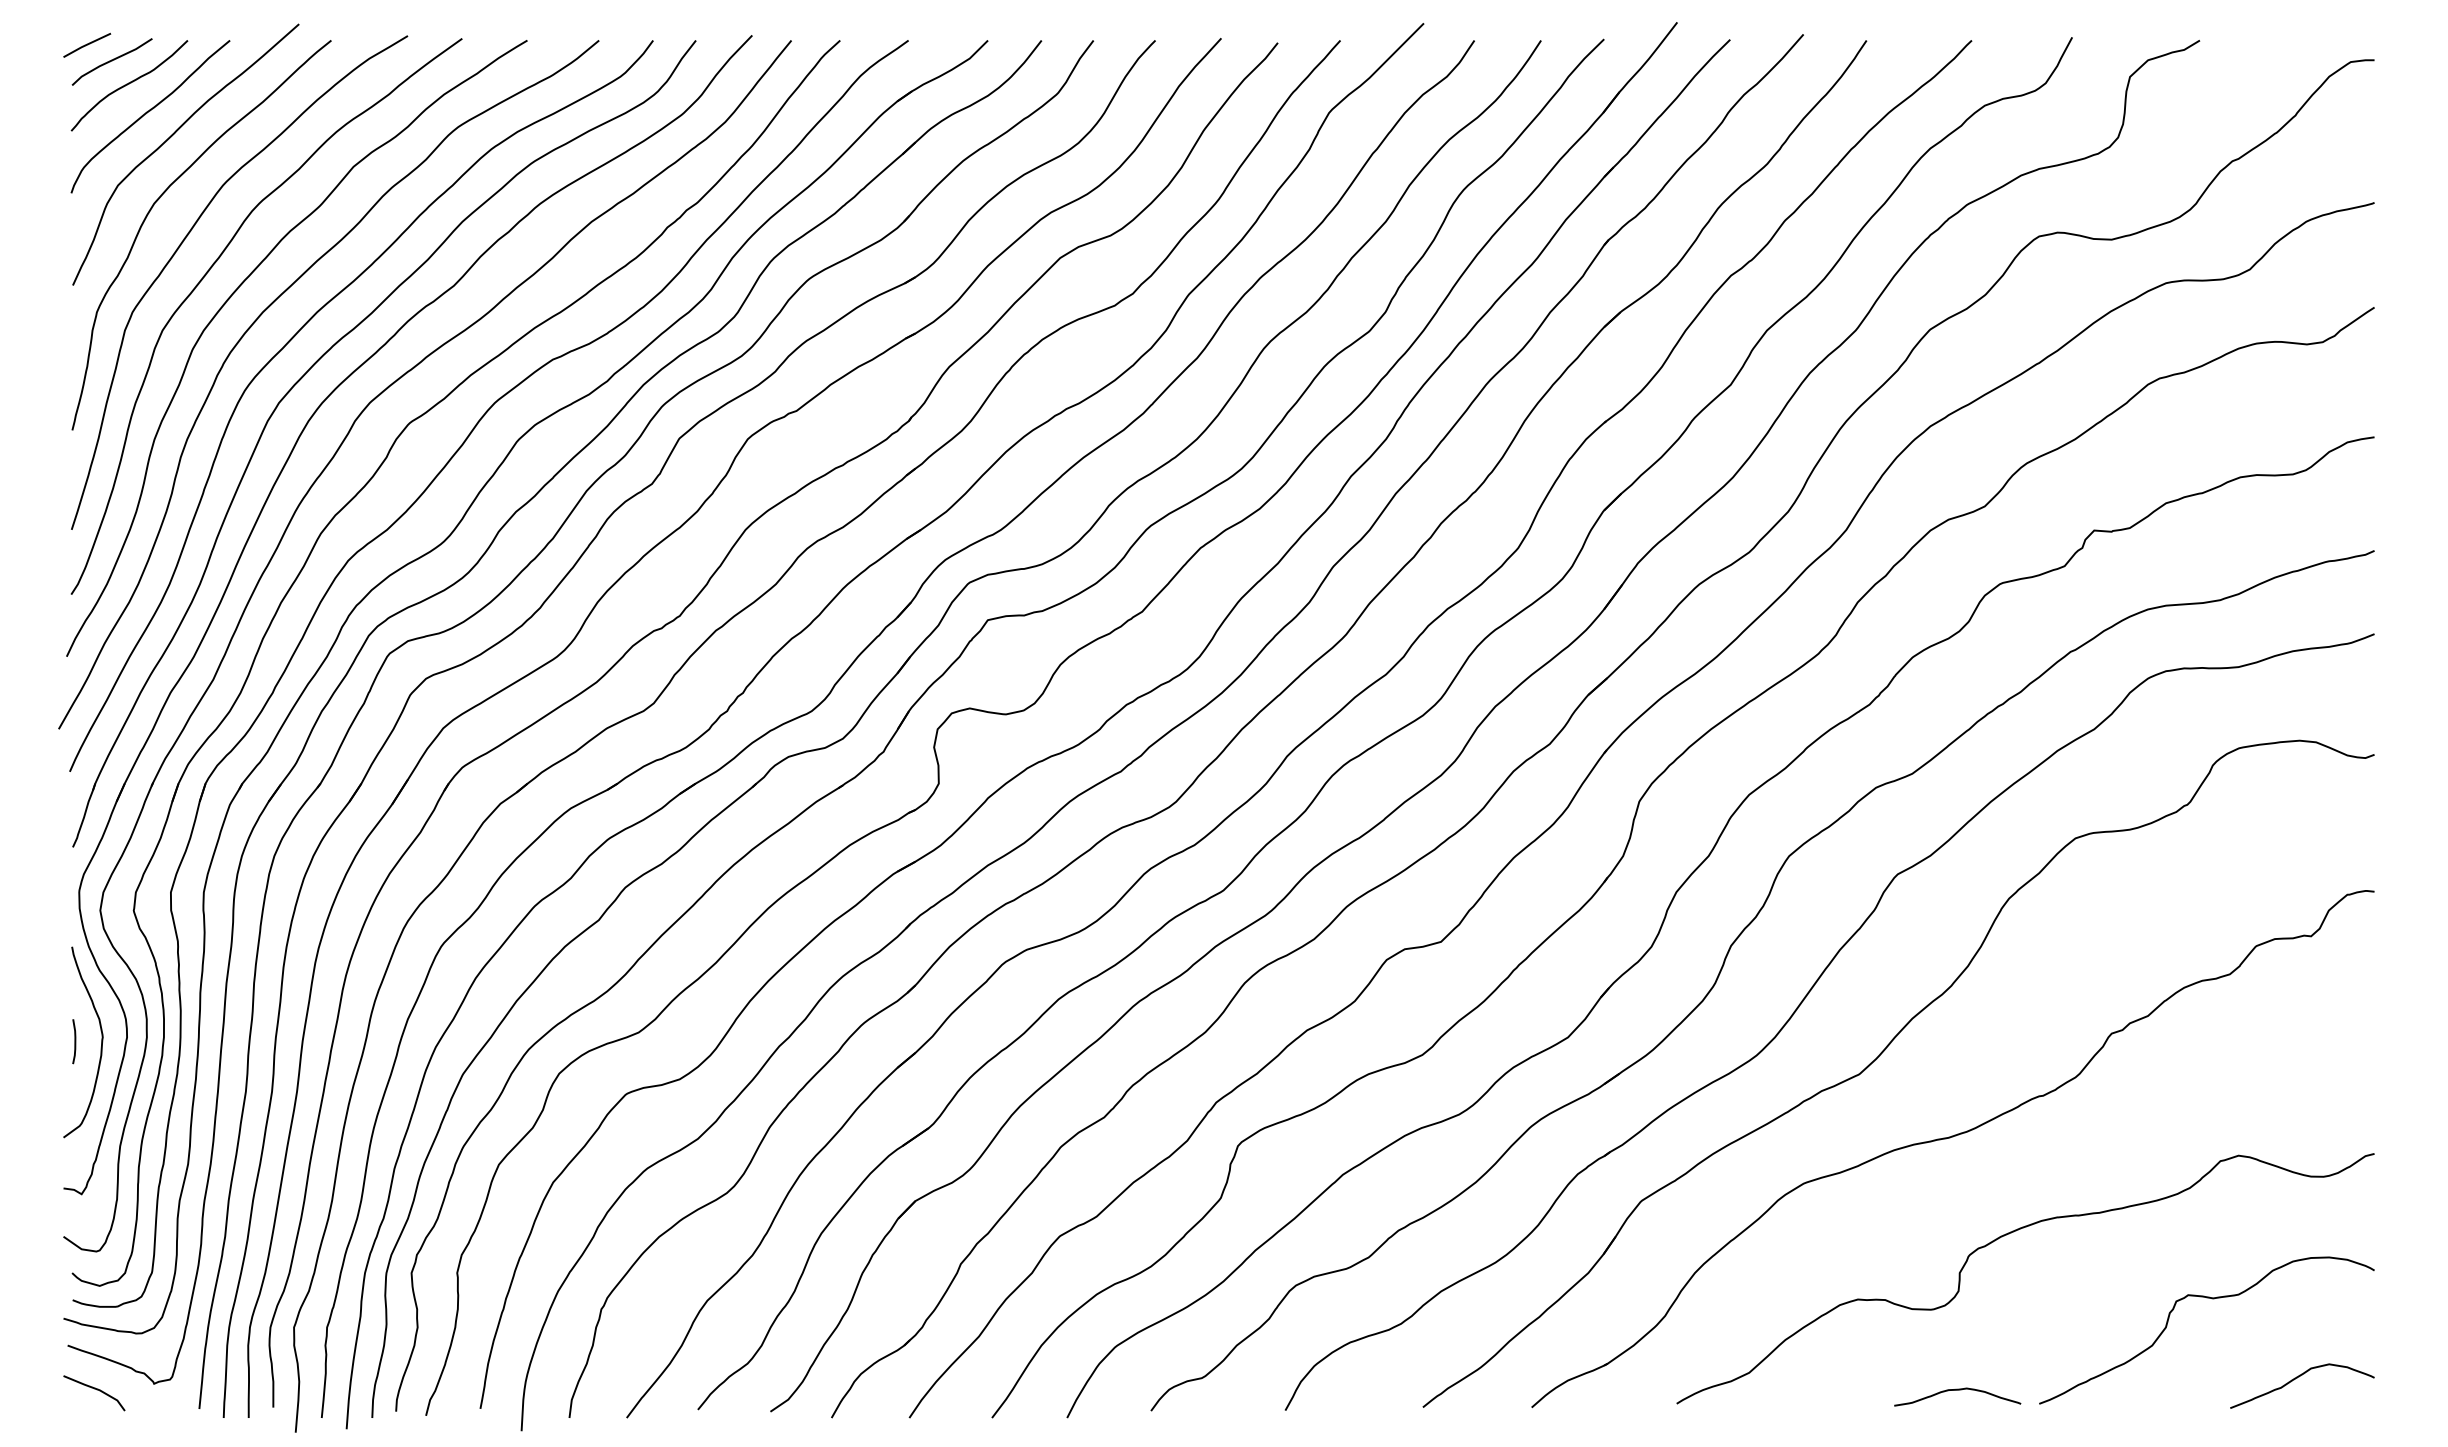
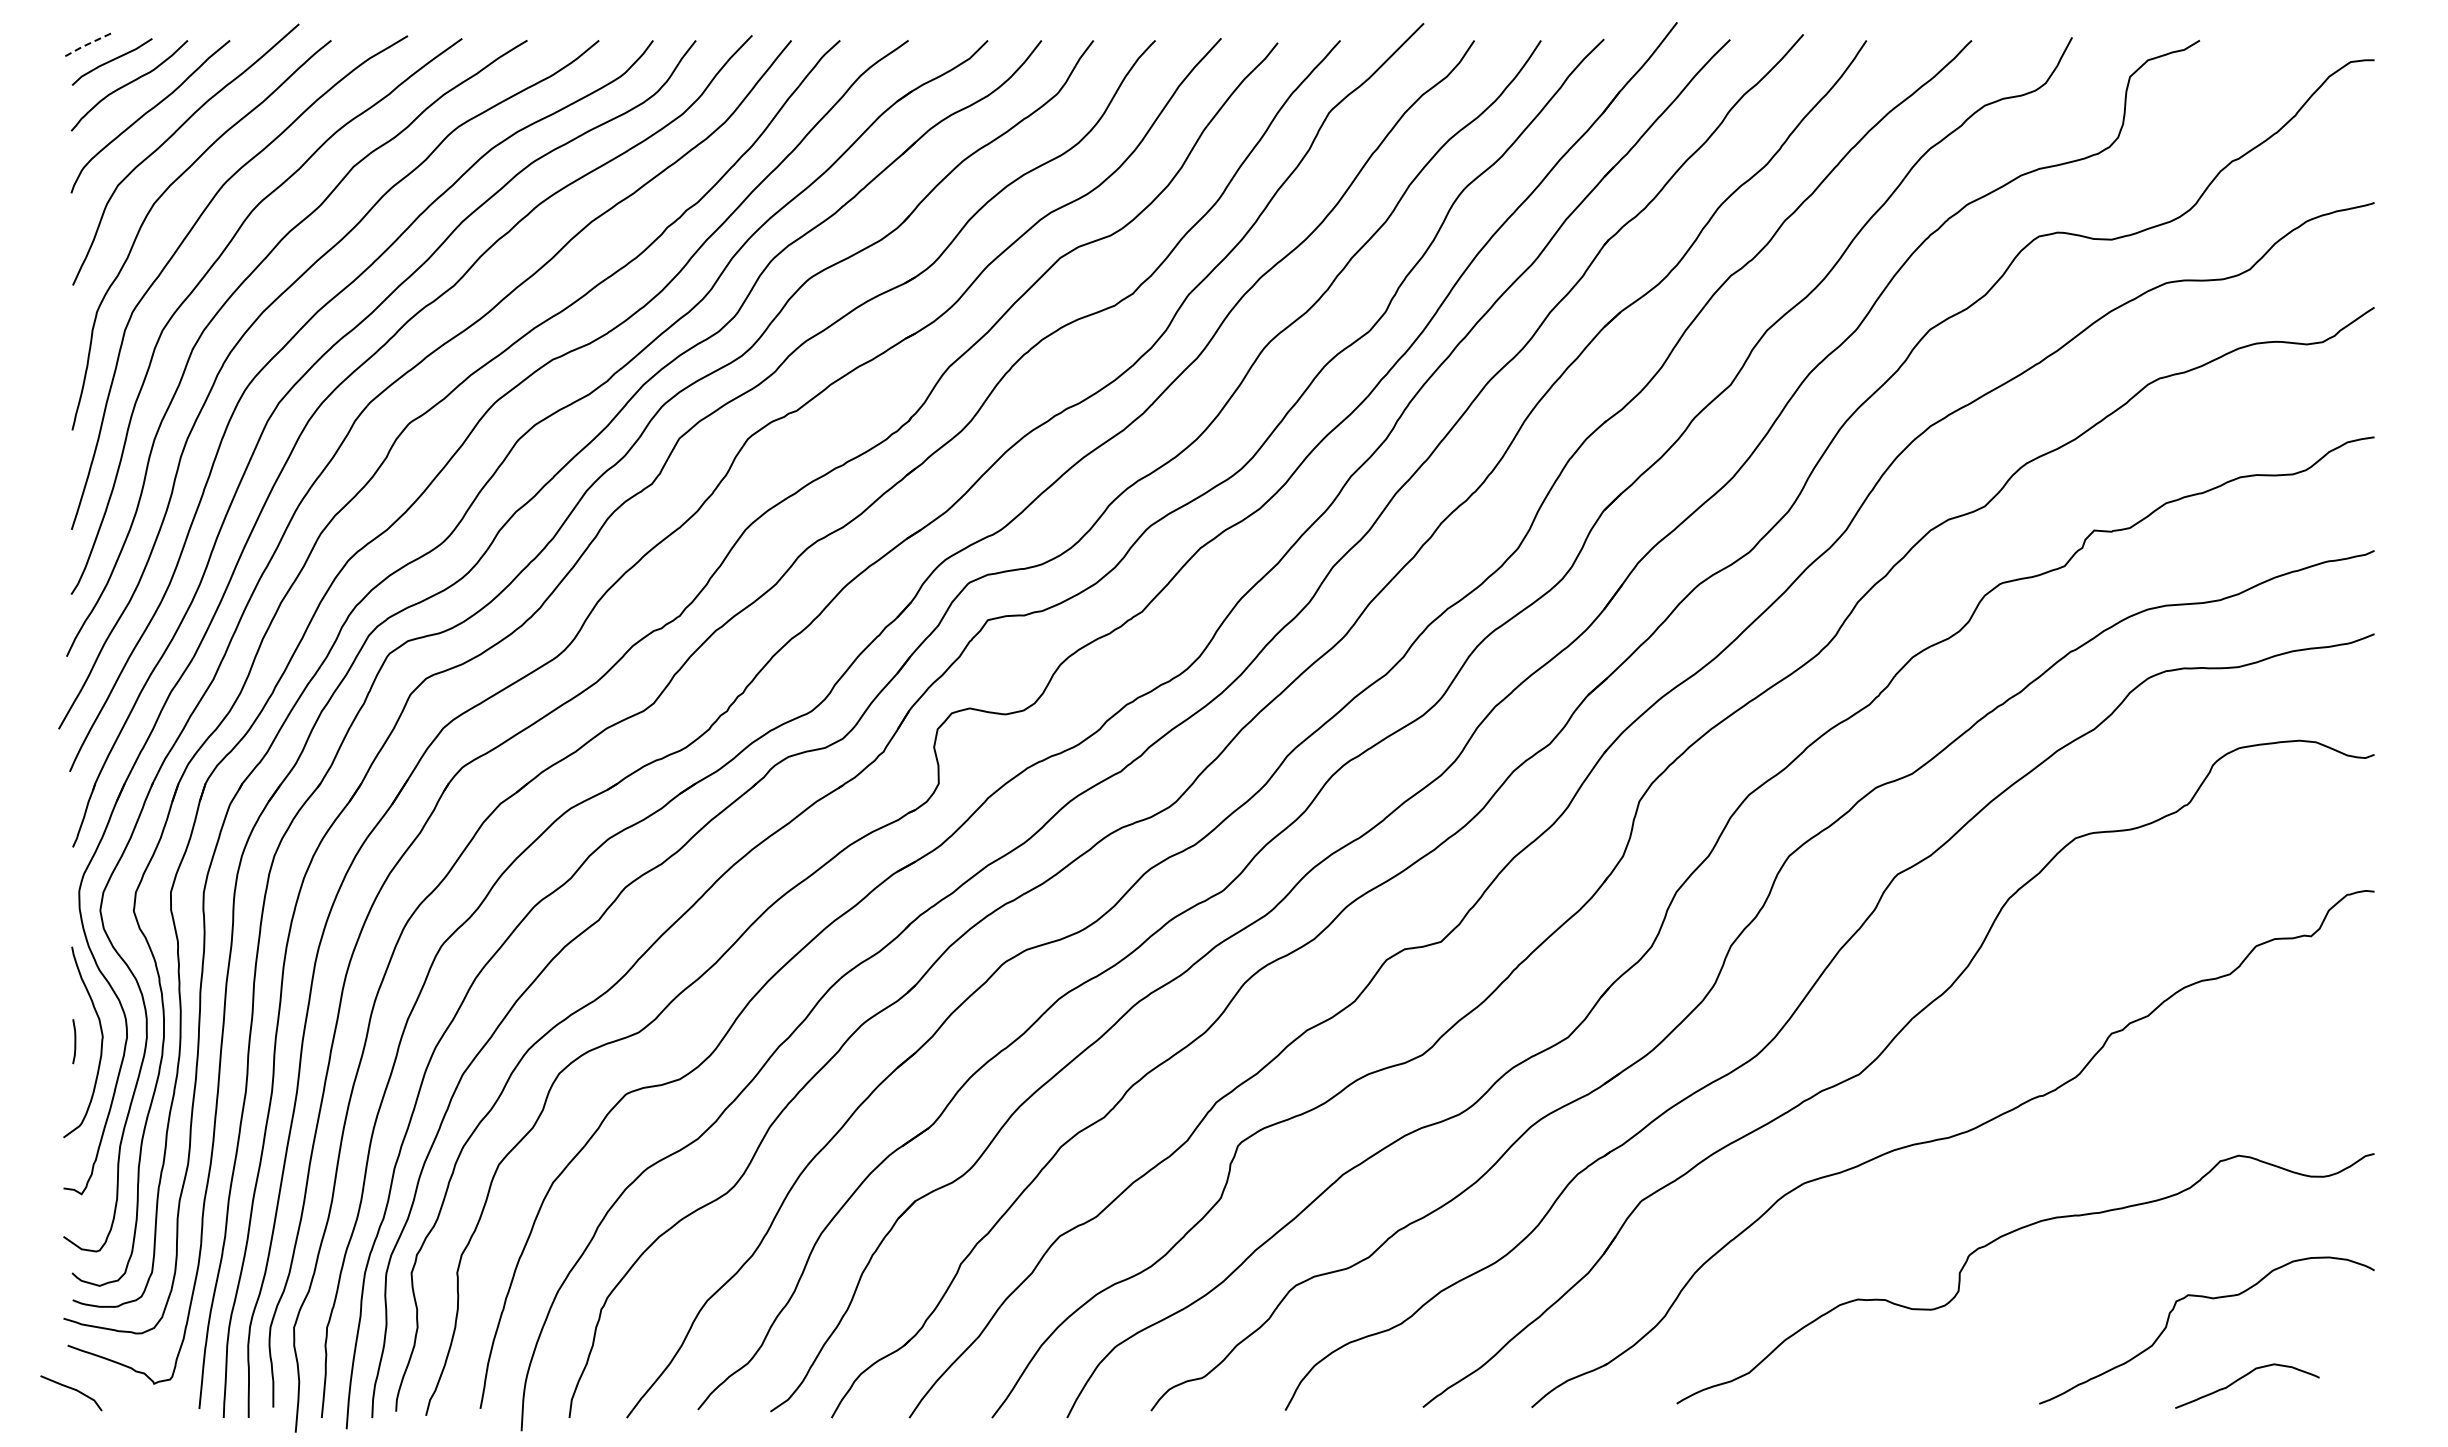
line at (86, 45): solid -> dashed
curve at (2299, 1377) position: (2299, 1377) -> (2244, 1377)
line at (96, 1390) position: (96, 1390) -> (73, 1390)
curve at (1957, 1390): present -> none
